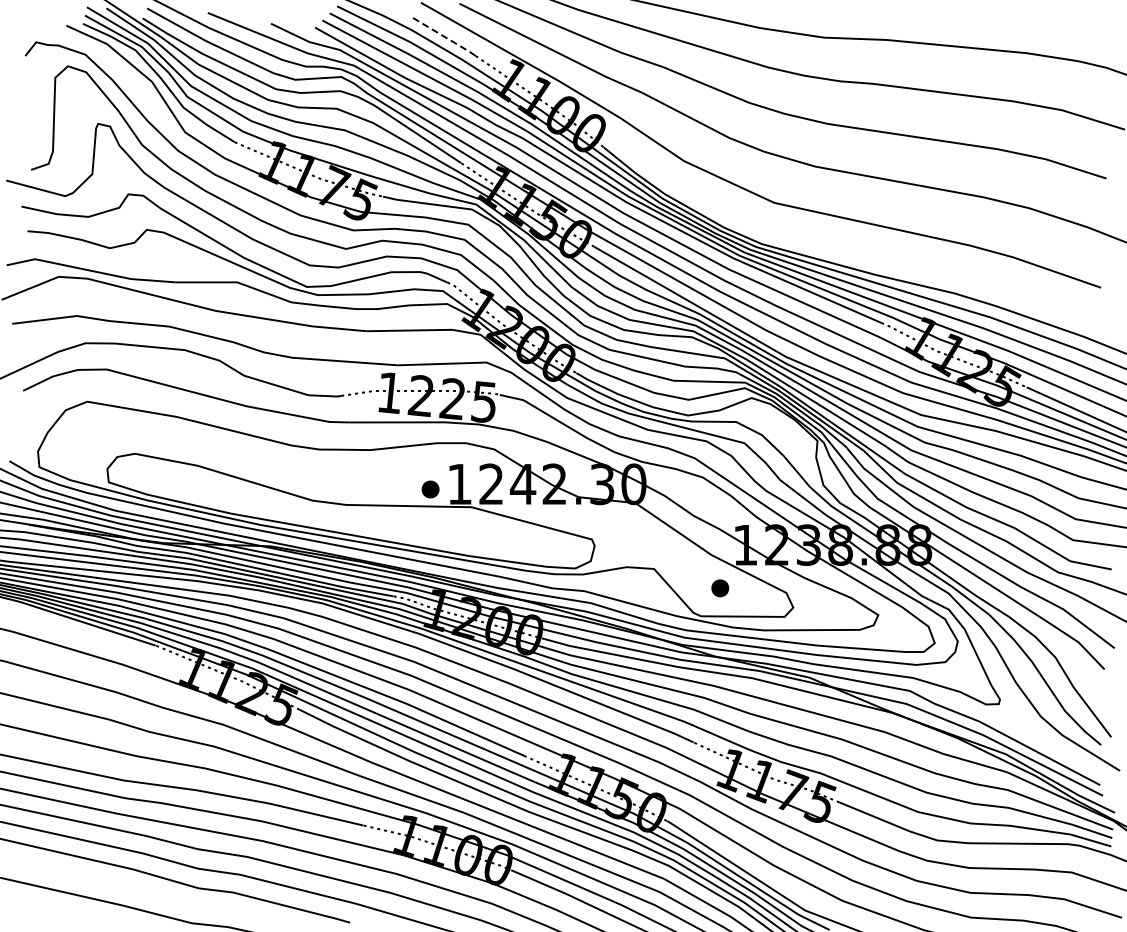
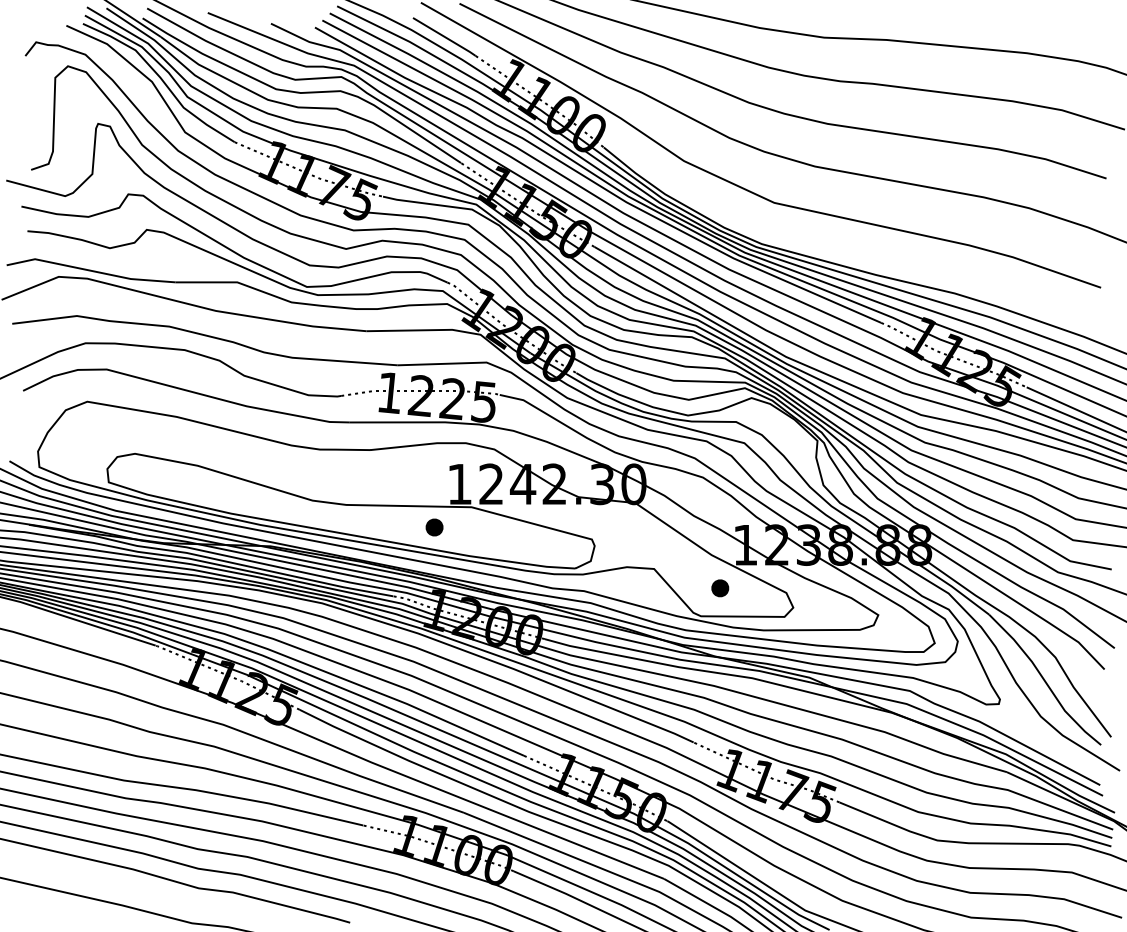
line at (445, 37): dashed -> solid
part at (430, 489) position: (430, 489) -> (434, 527)
